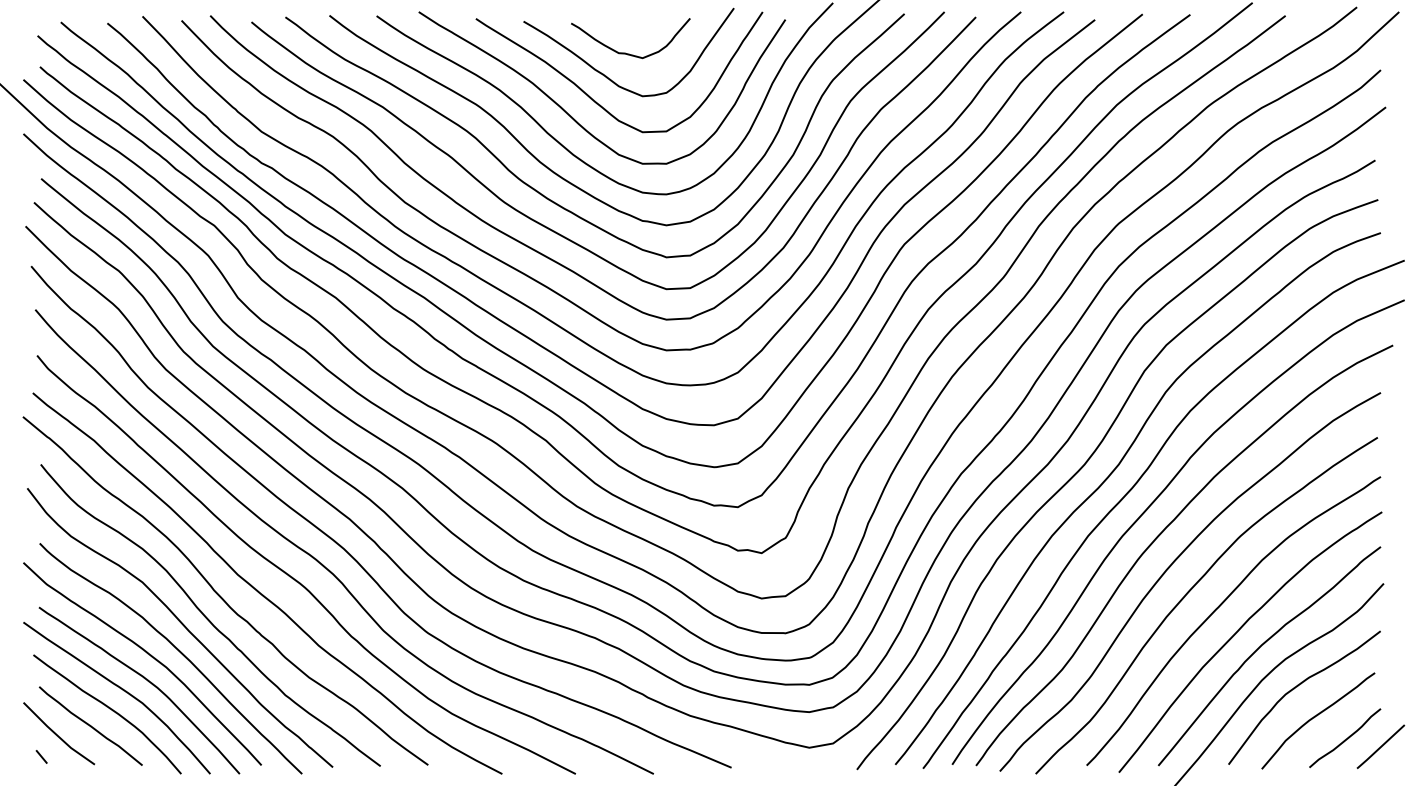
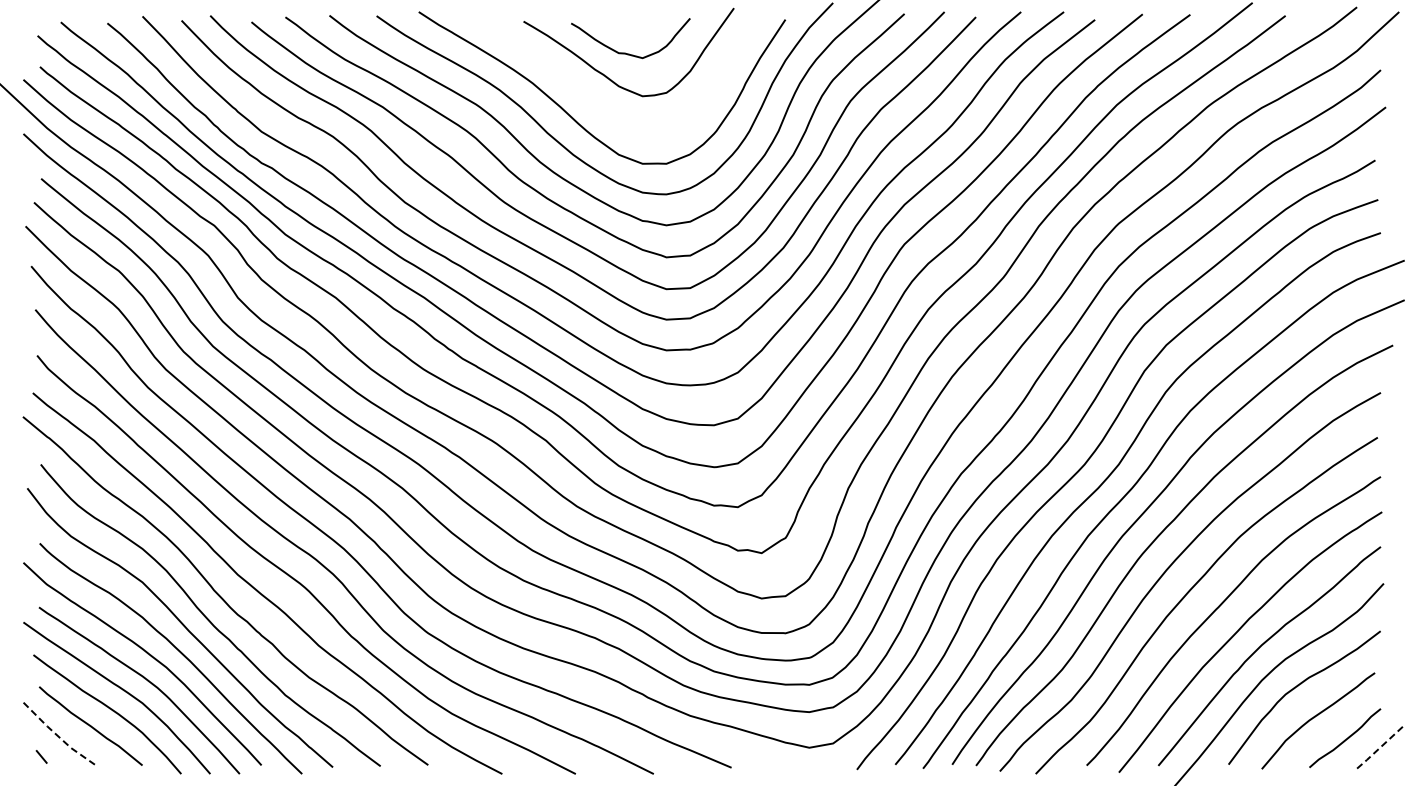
curve at (595, 100): present -> none
line at (58, 736): solid -> dashed
line at (1380, 747): solid -> dashed
